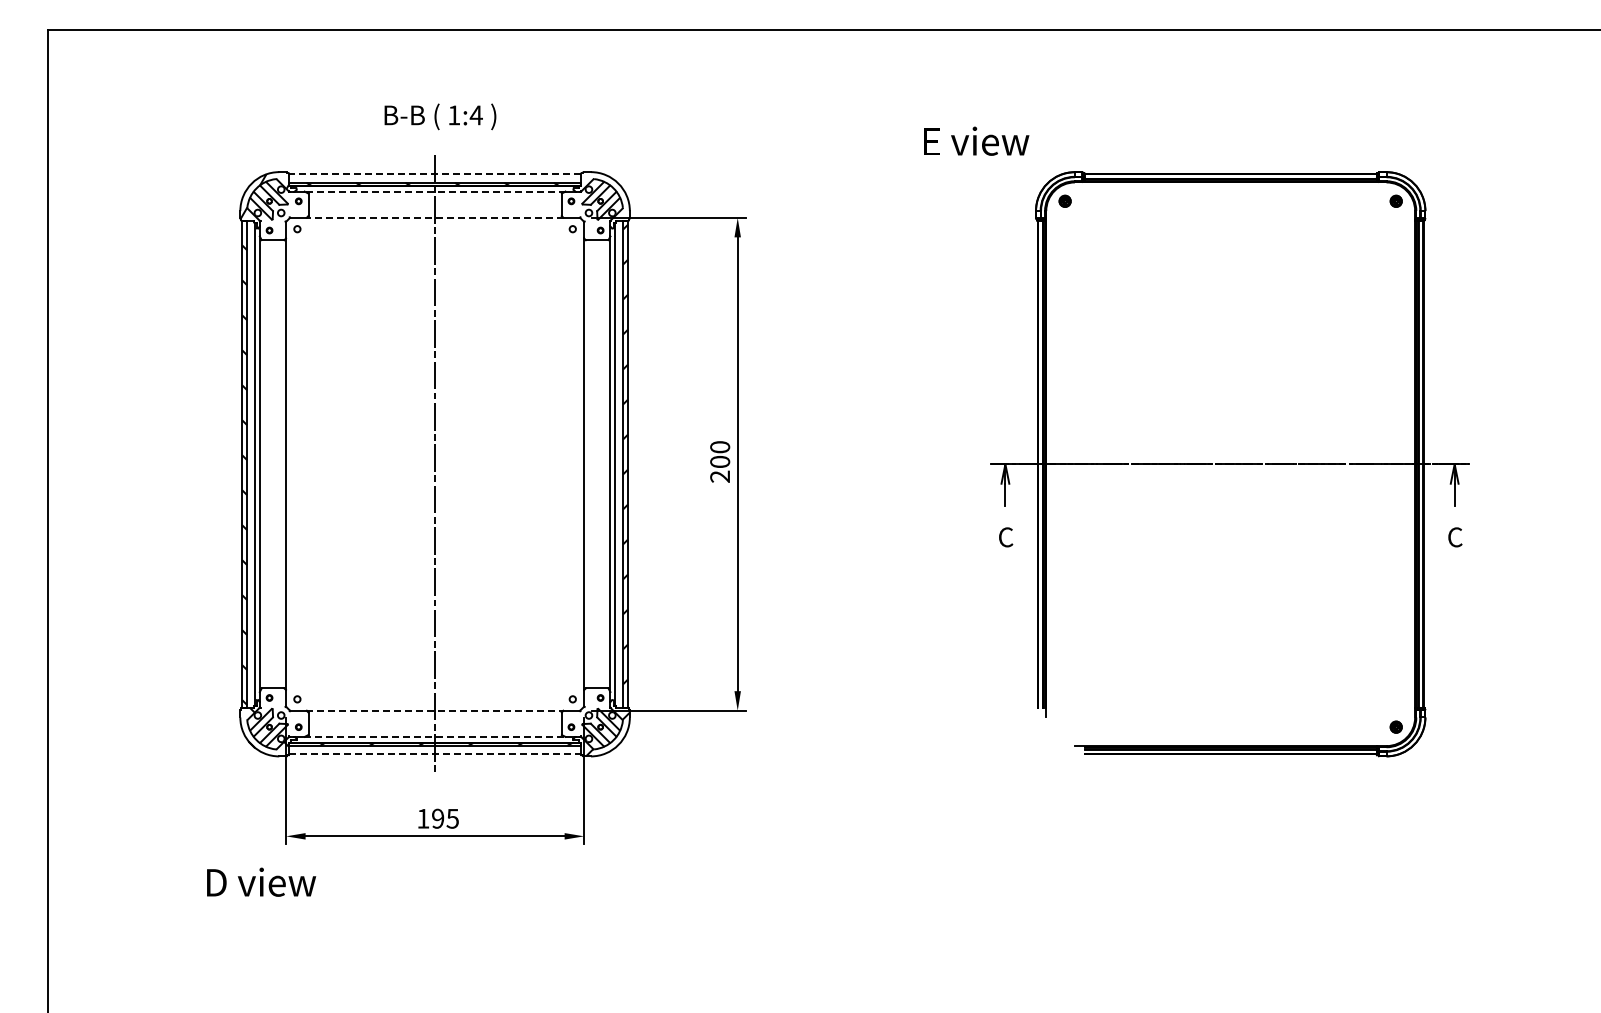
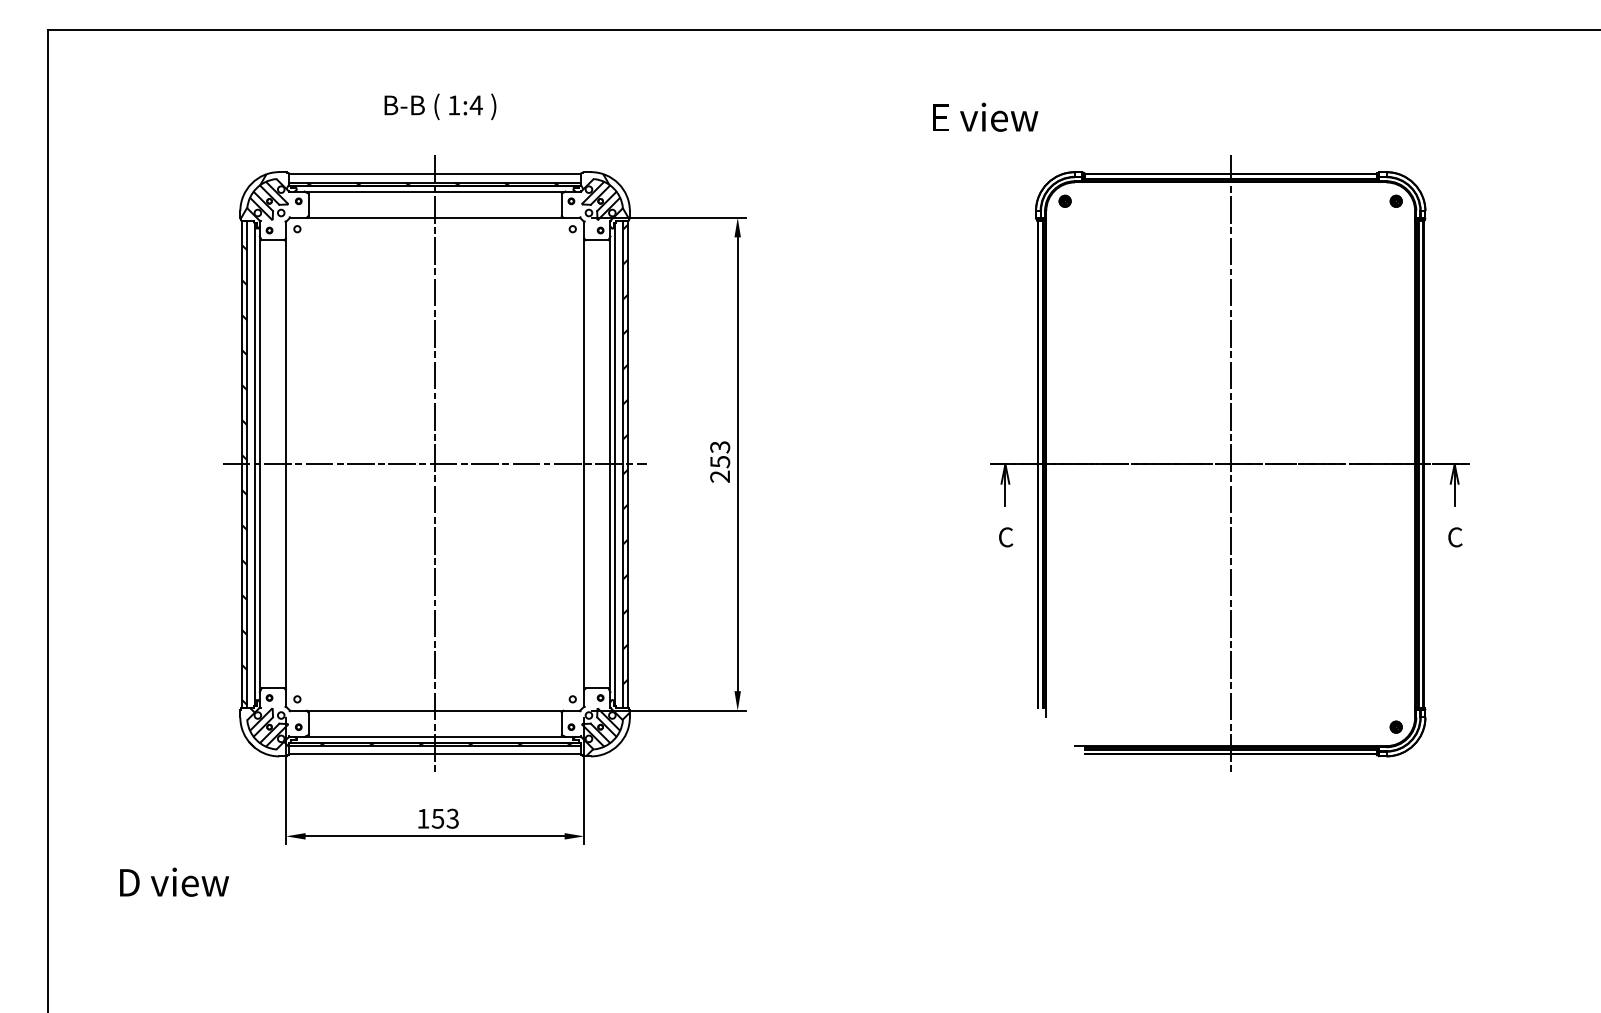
text at (440, 116) position: (440, 116) -> (440, 106)
text at (976, 140) position: (976, 140) -> (985, 116)
line at (434, 174): dashed -> solid
line at (435, 191): dashed -> solid
hatch at (605, 196): none -> present
line at (435, 217): dashed -> solid
text at (720, 454): 200 -> 253
line at (1230, 463): none -> present
line at (434, 464): none -> present
line at (435, 710): dashed -> solid
line at (435, 736): dashed -> solid
line at (435, 754): dashed -> solid
text at (444, 818): 195 -> 153
text at (261, 881) position: (261, 881) -> (174, 881)
